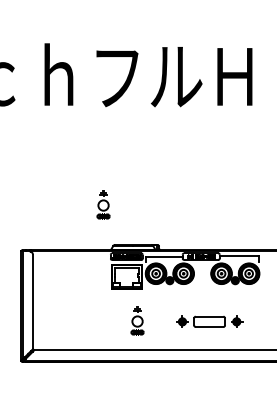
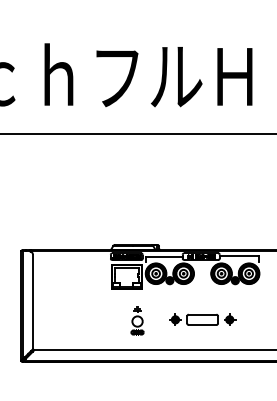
line at (137, 134): none -> present
part at (103, 204): present -> none
part at (209, 321) position: (209, 321) -> (202, 319)
